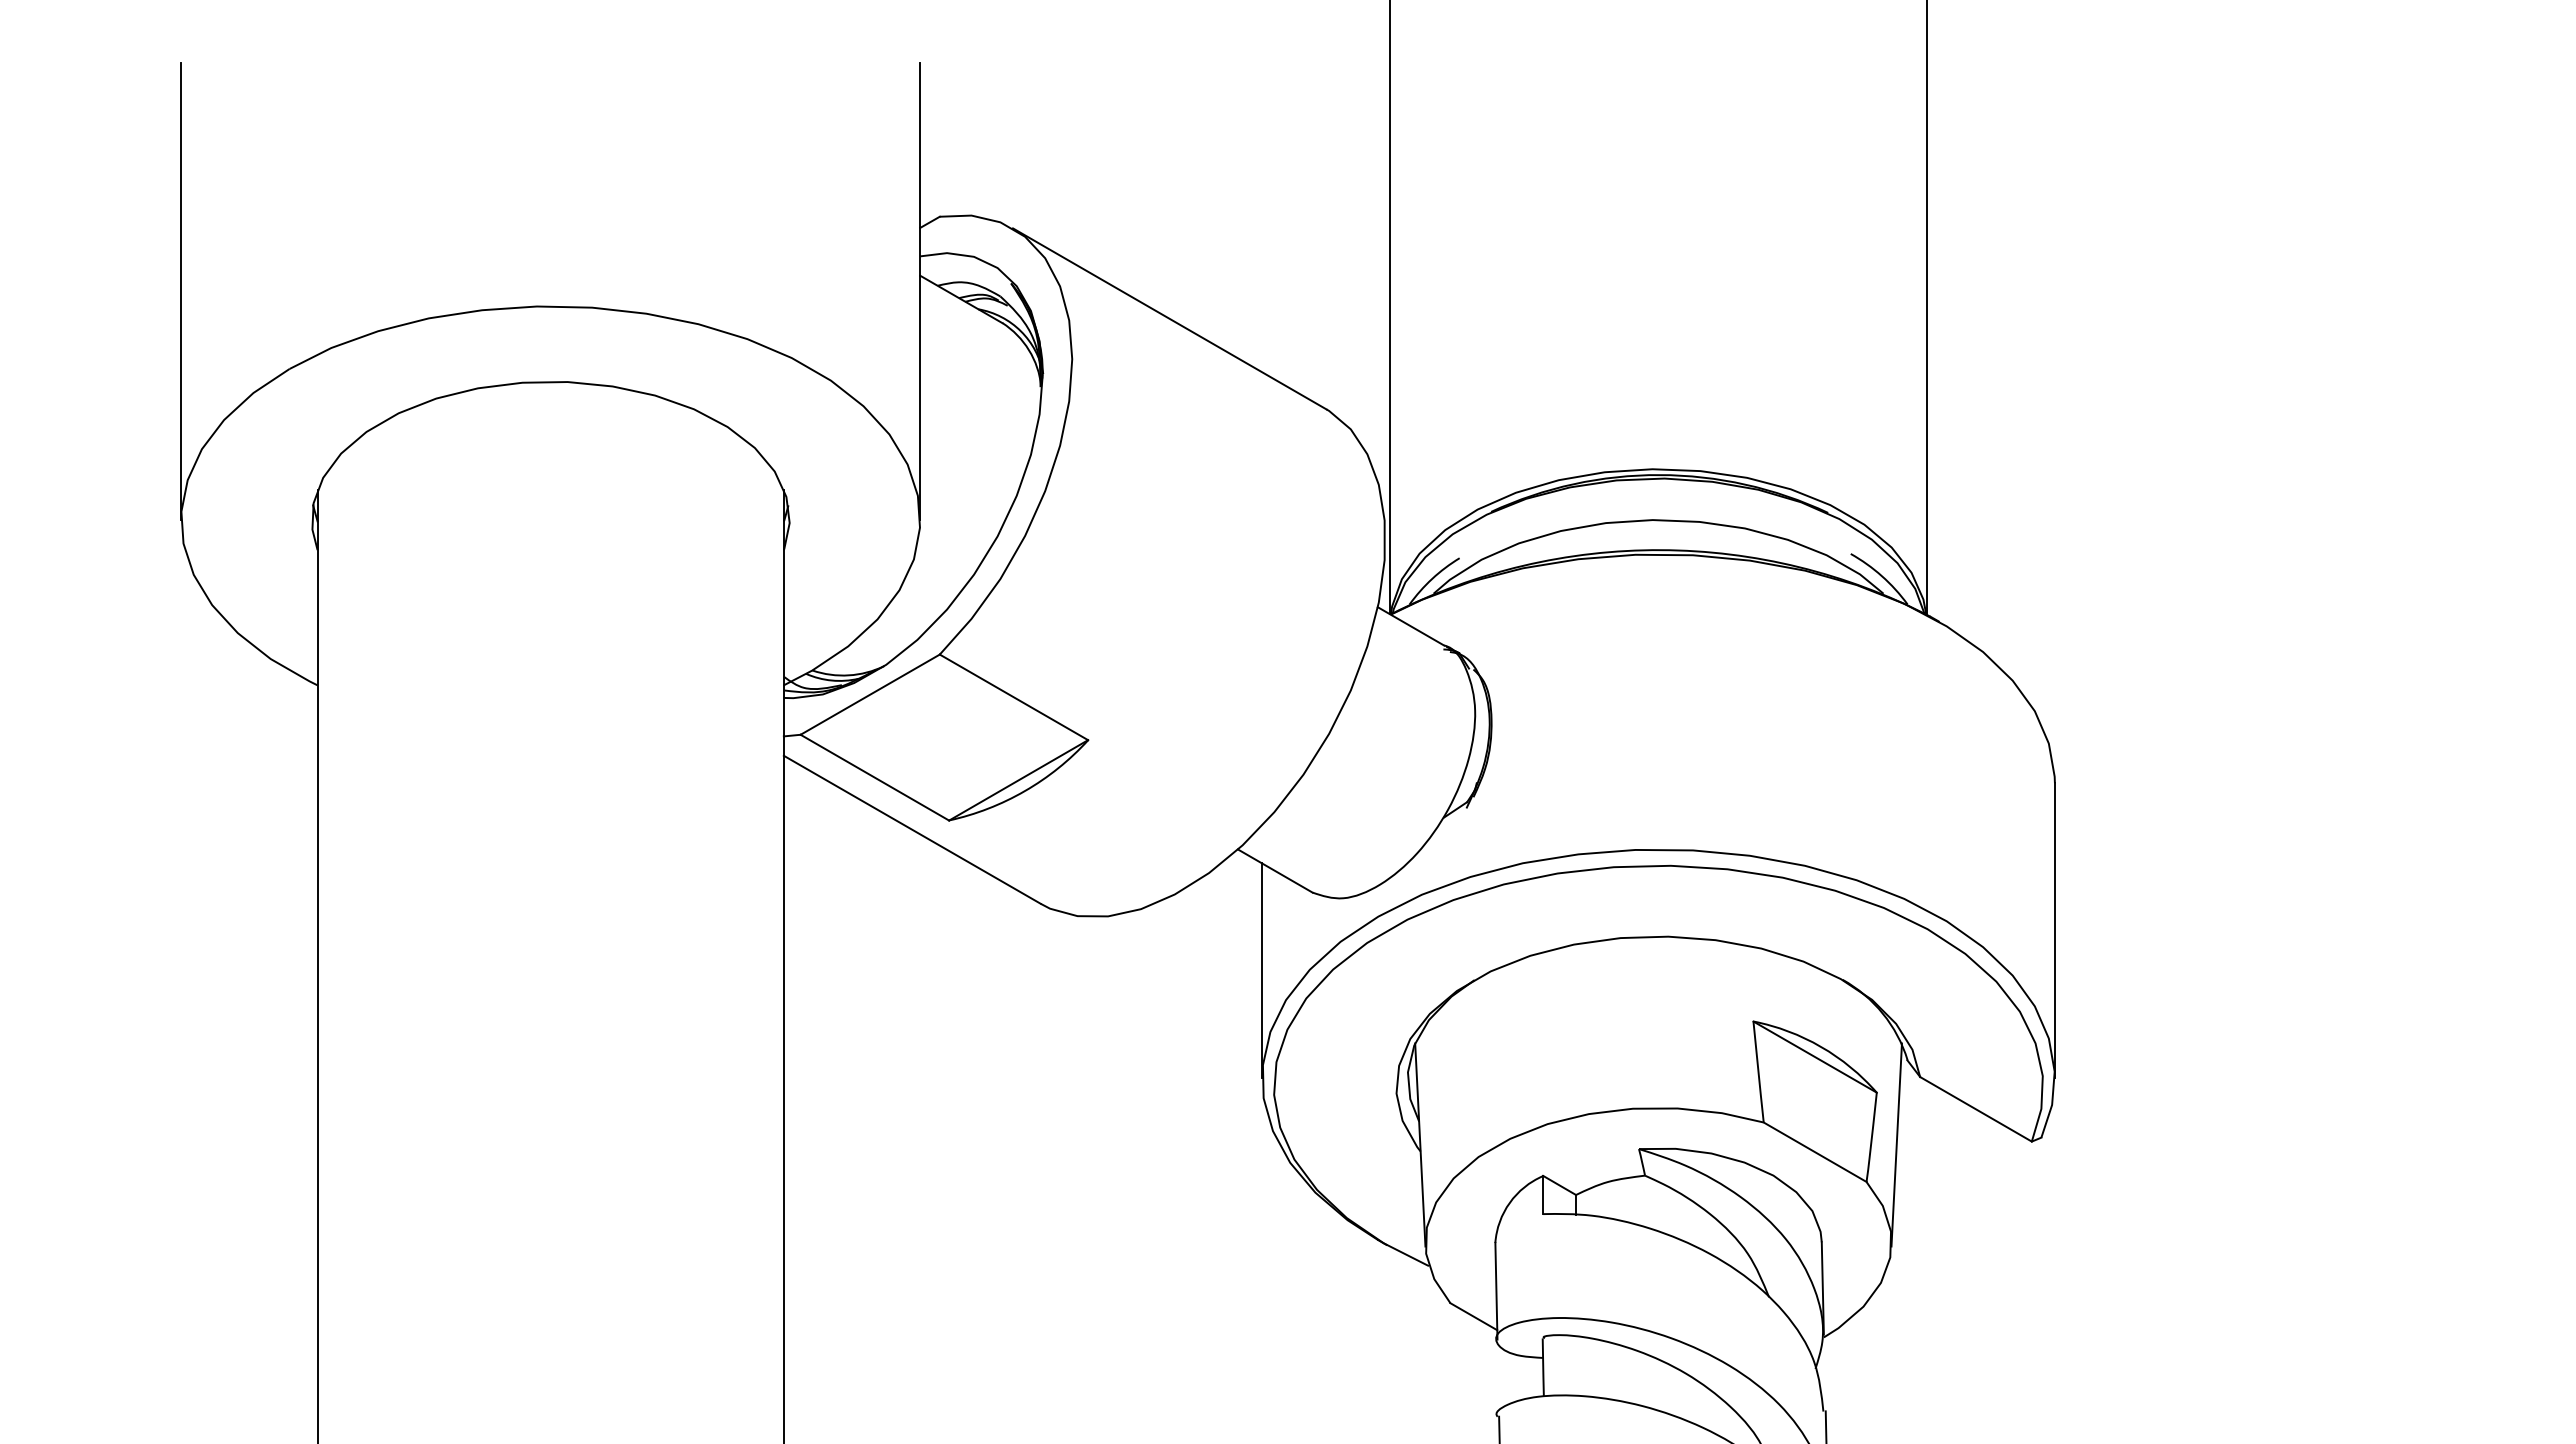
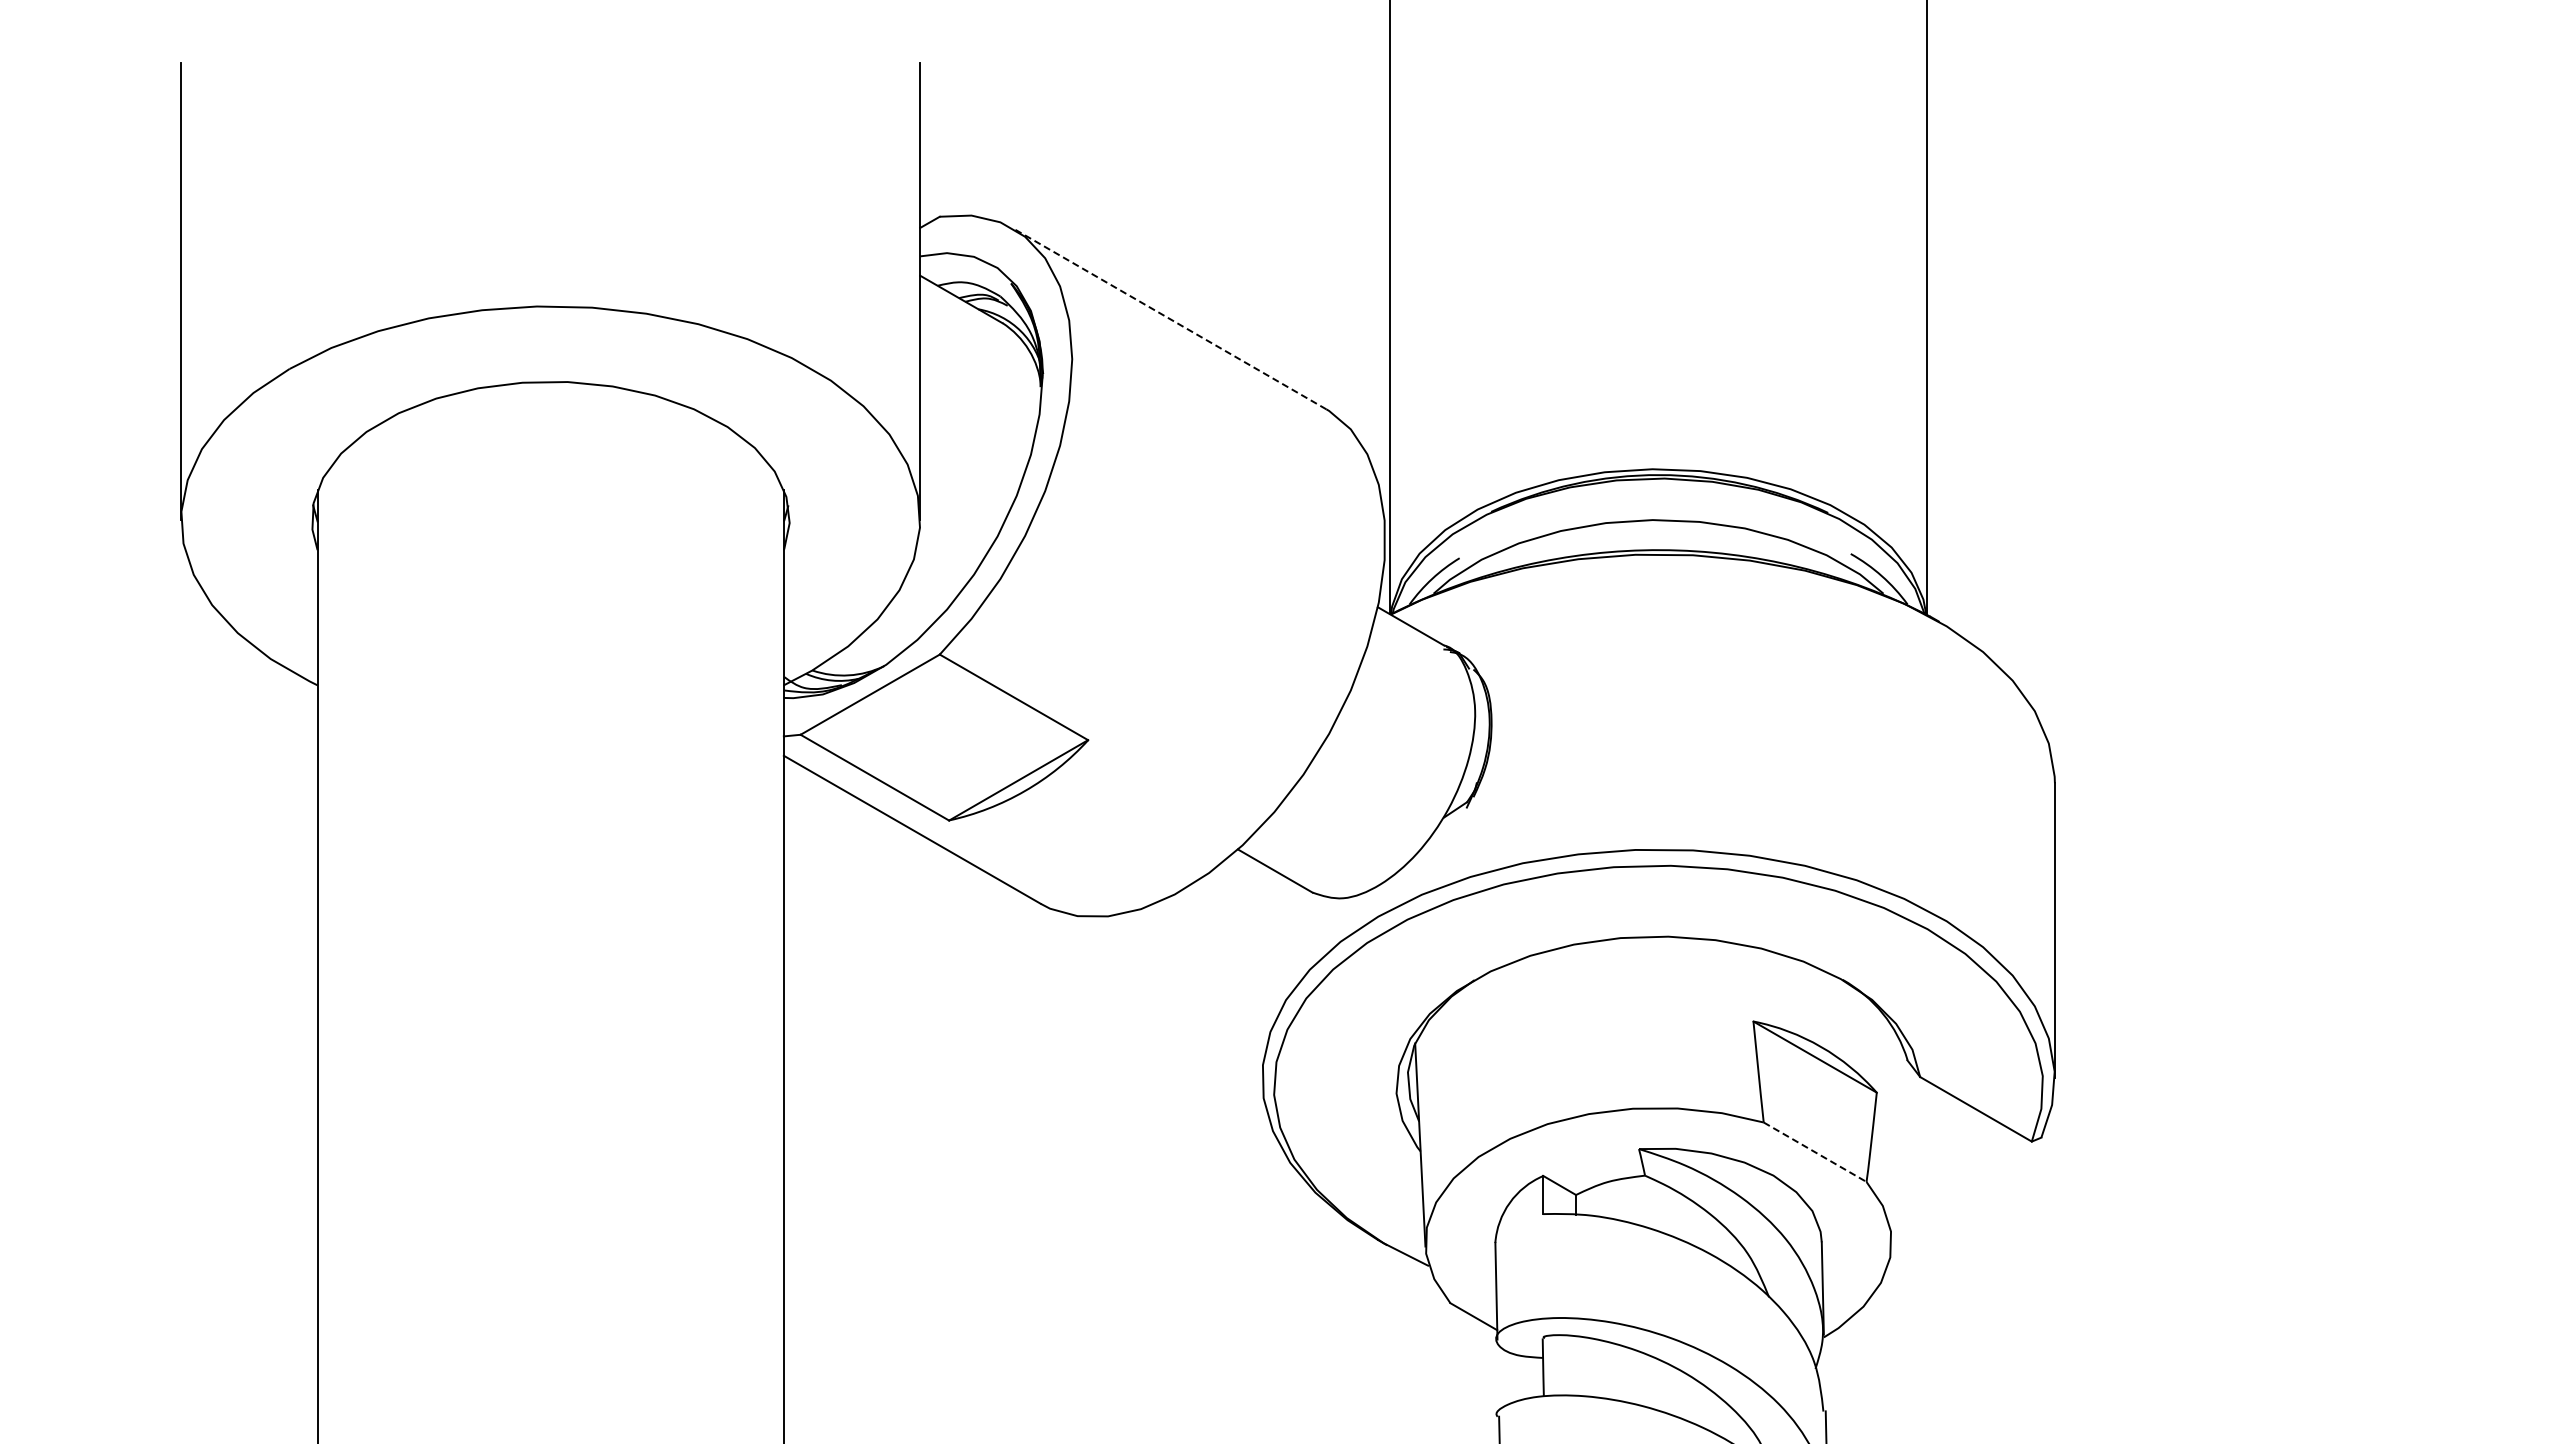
line at (1169, 318): solid -> dashed
line at (1262, 970): present -> none
line at (1896, 1144): present -> none
line at (1815, 1152): solid -> dashed
